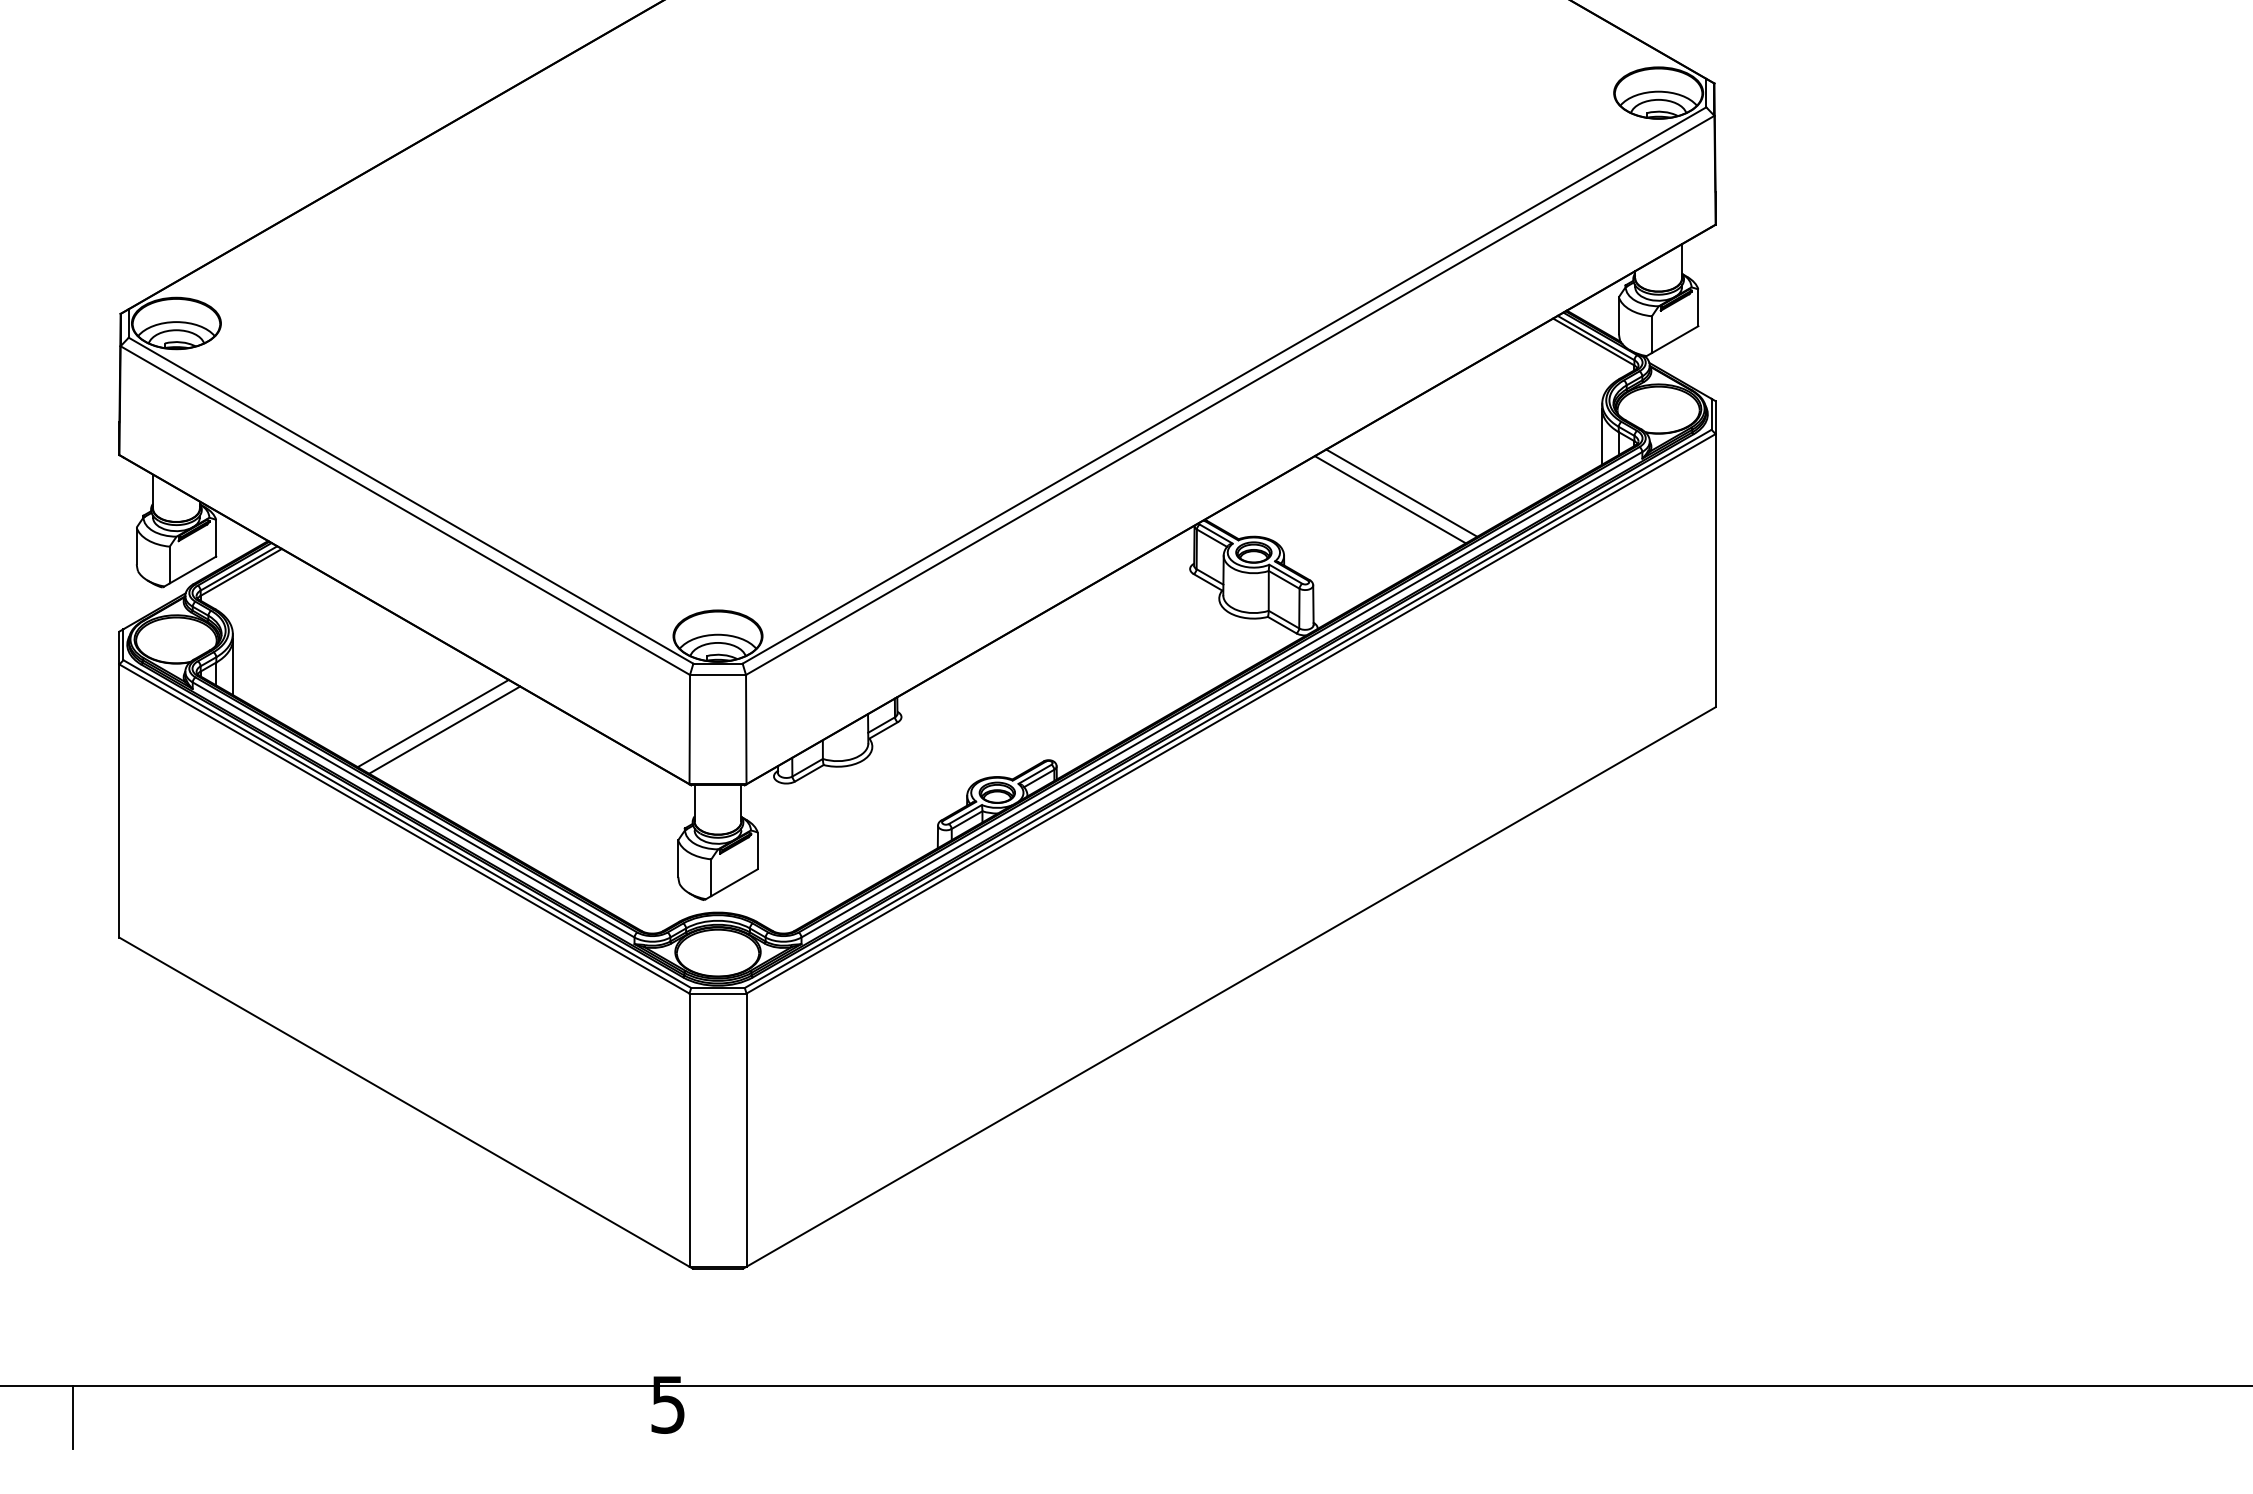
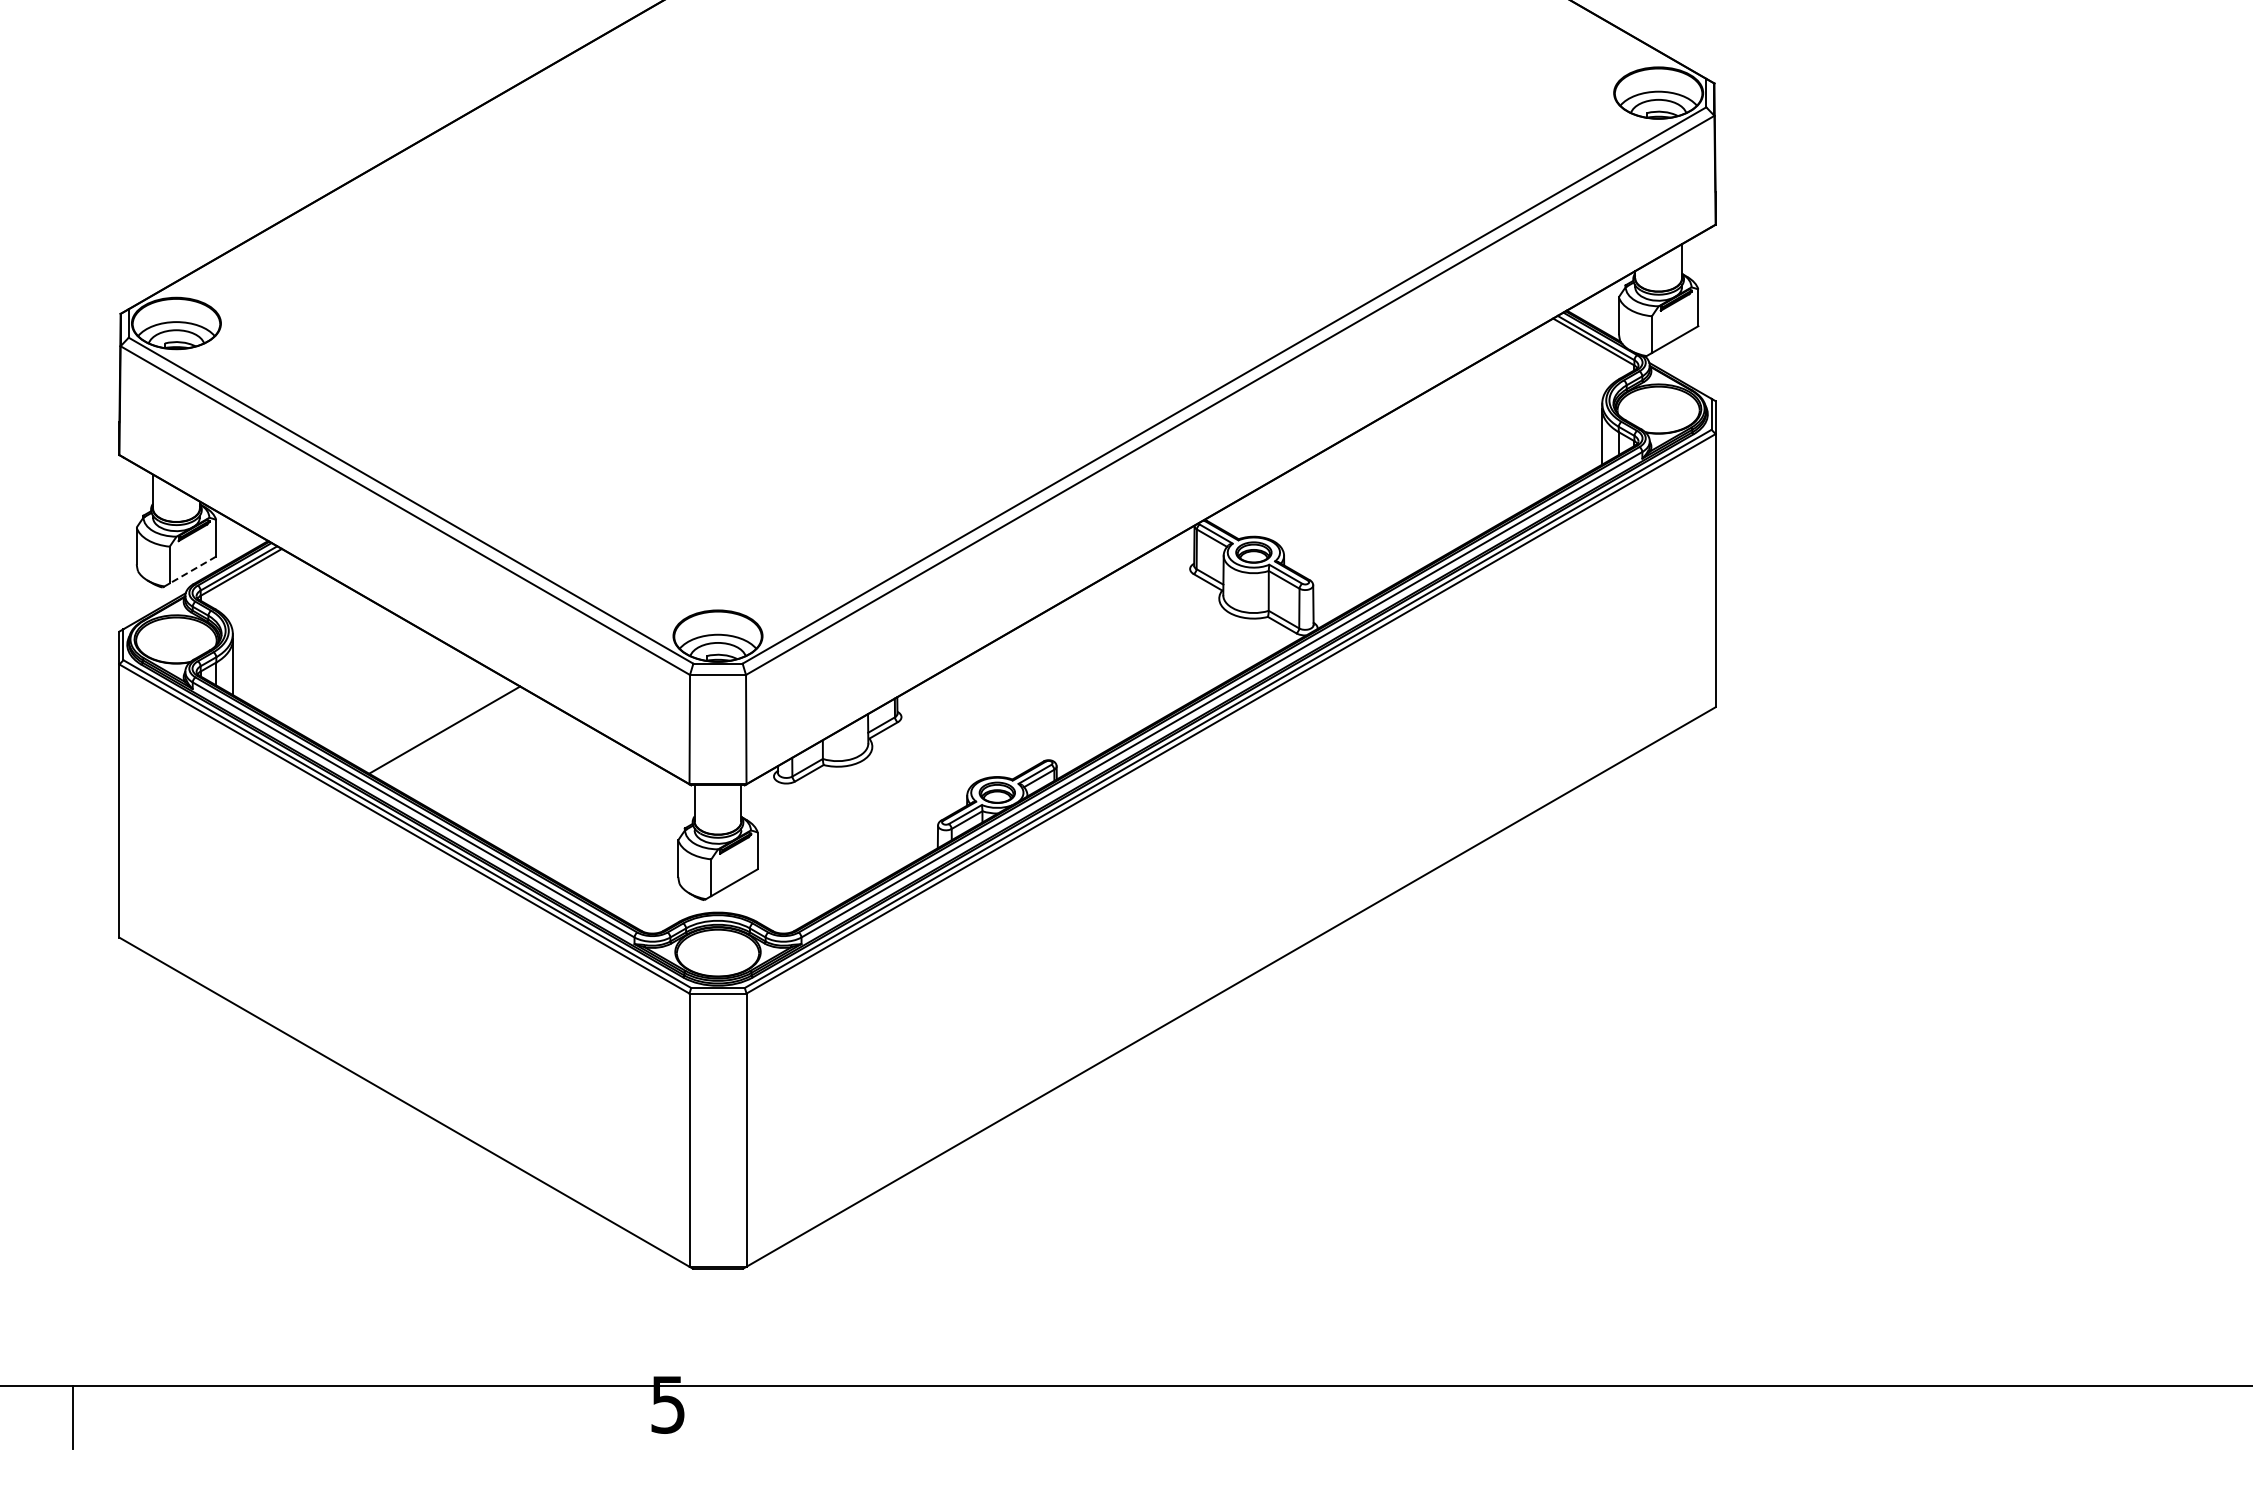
line at (1401, 492): present -> none
line at (1389, 499): present -> none
line at (192, 570): solid -> dashed
line at (432, 723): present -> none
